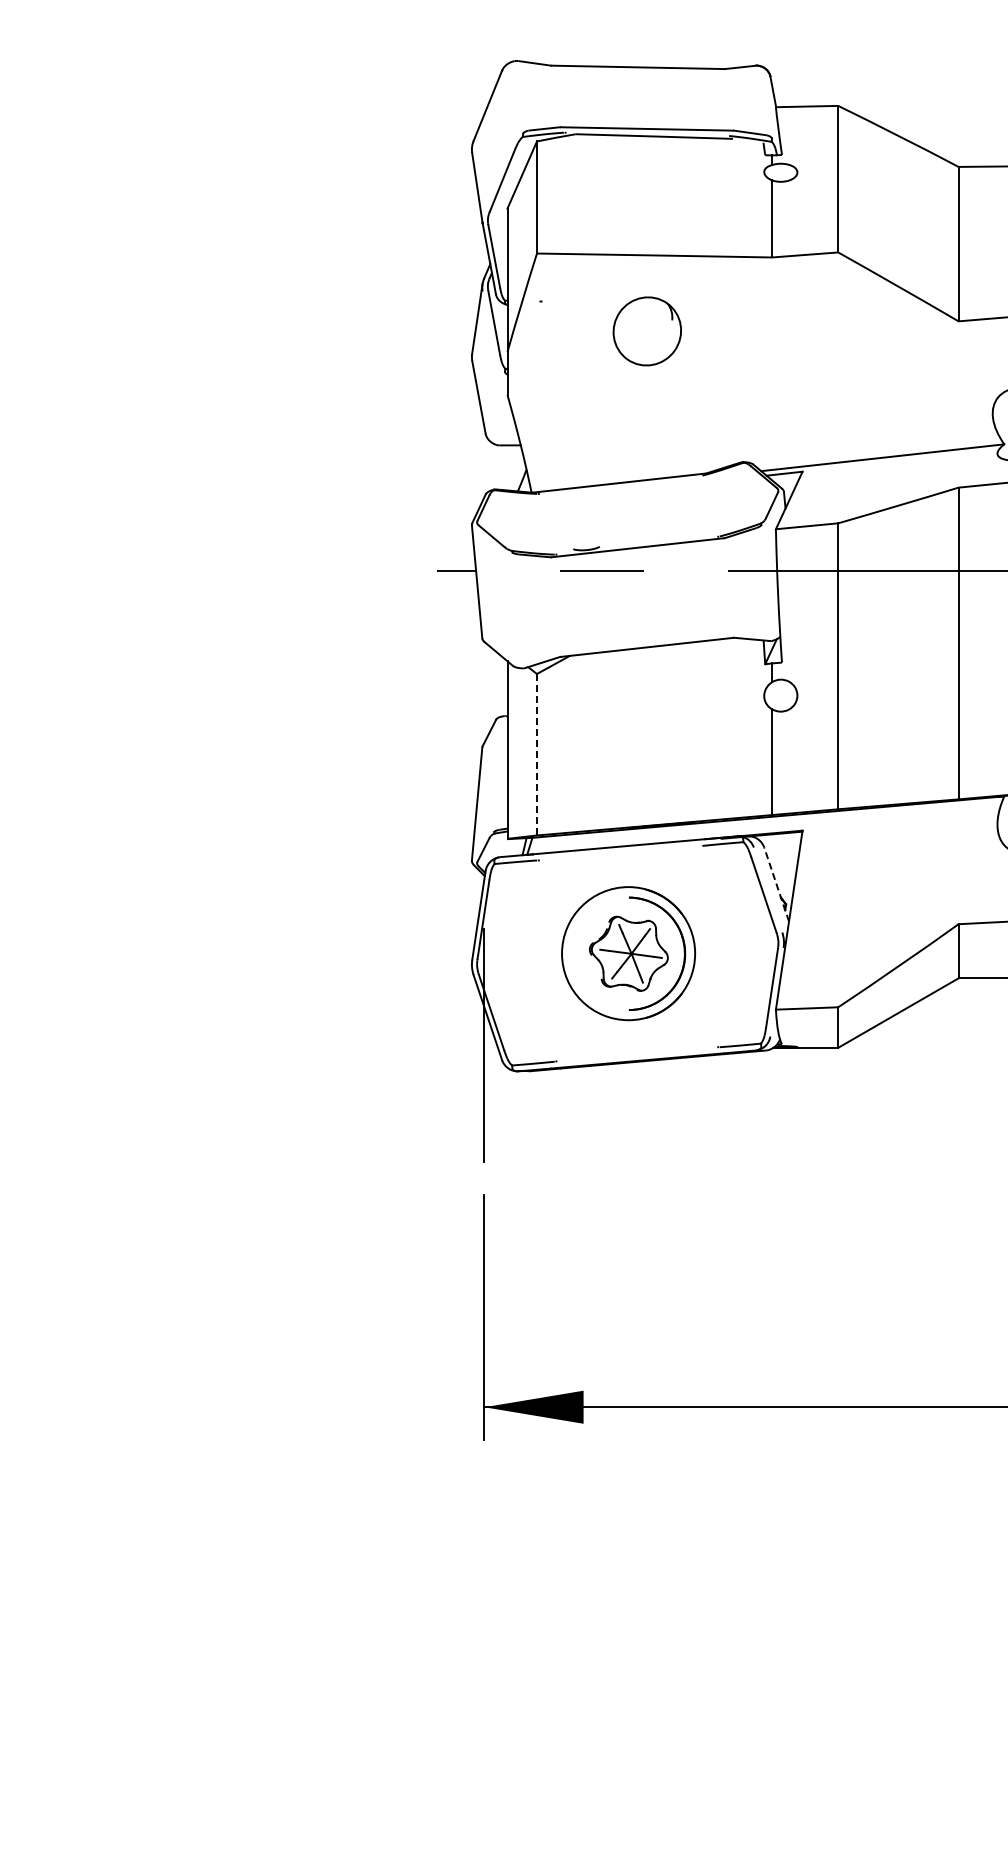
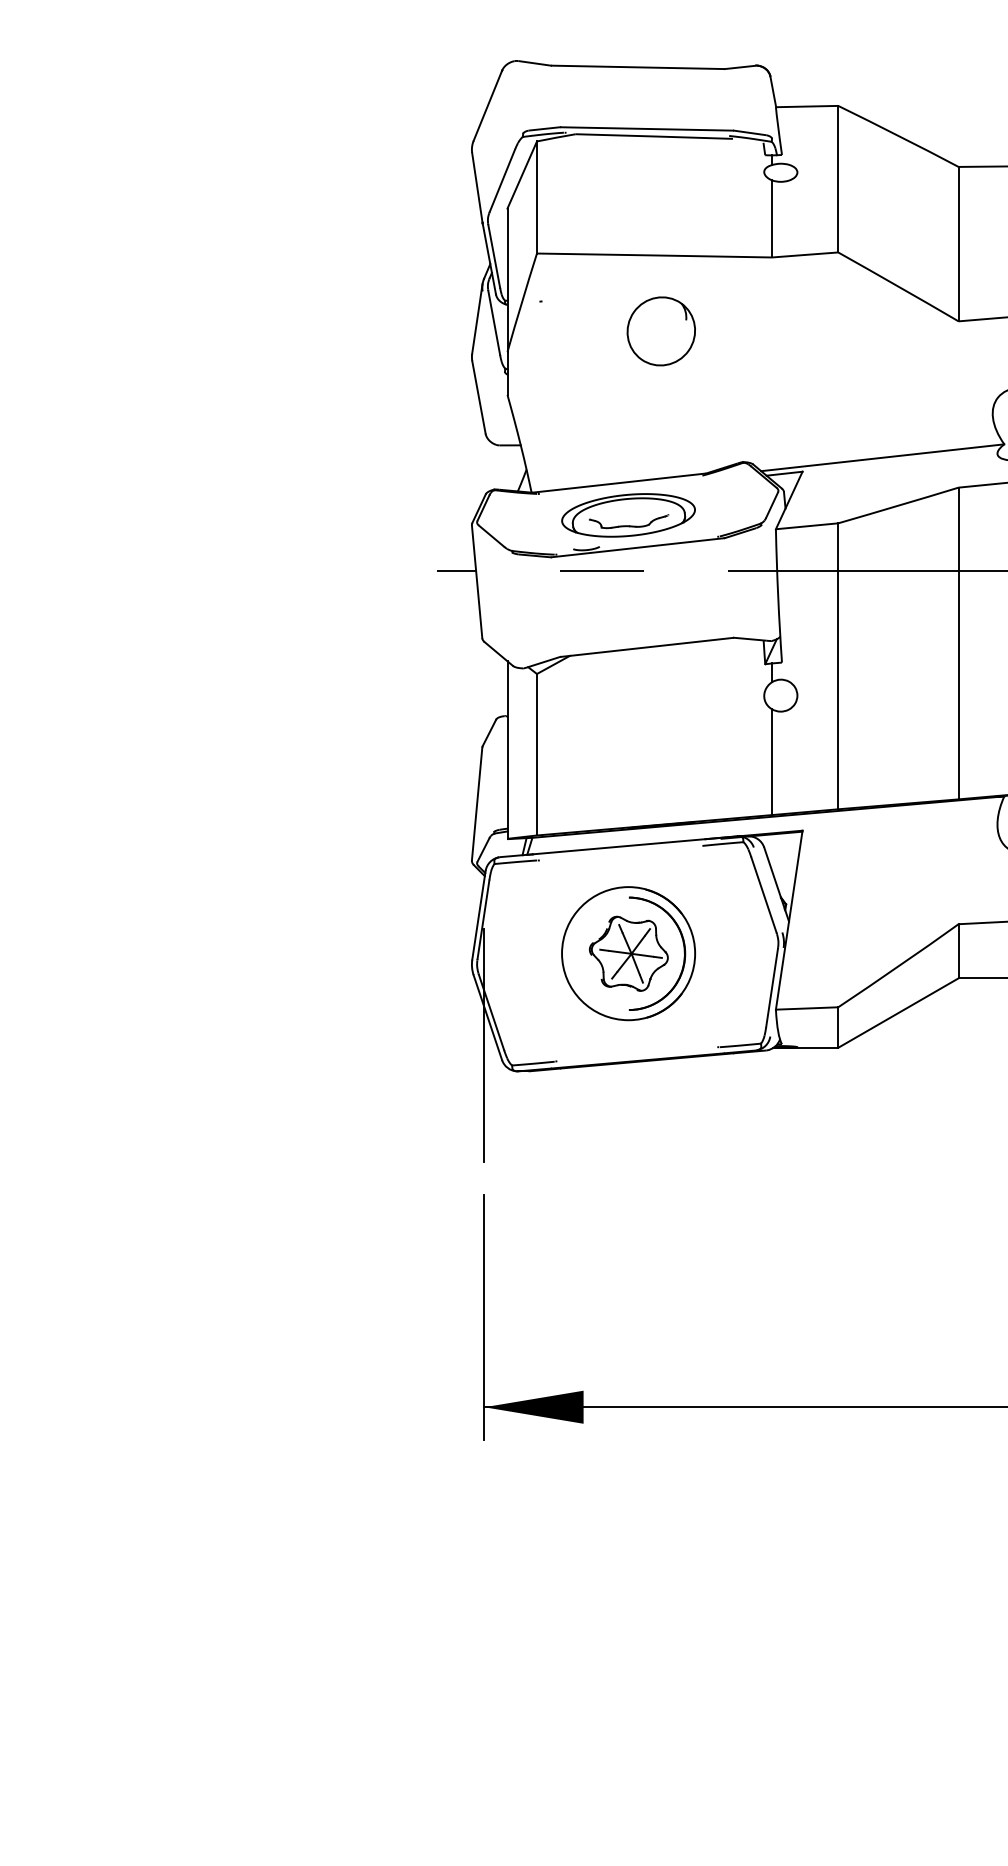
part at (646, 331) position: (646, 331) -> (660, 331)
part at (628, 515): none -> present
line at (537, 754): dashed -> solid
line at (776, 884): dashed -> solid
